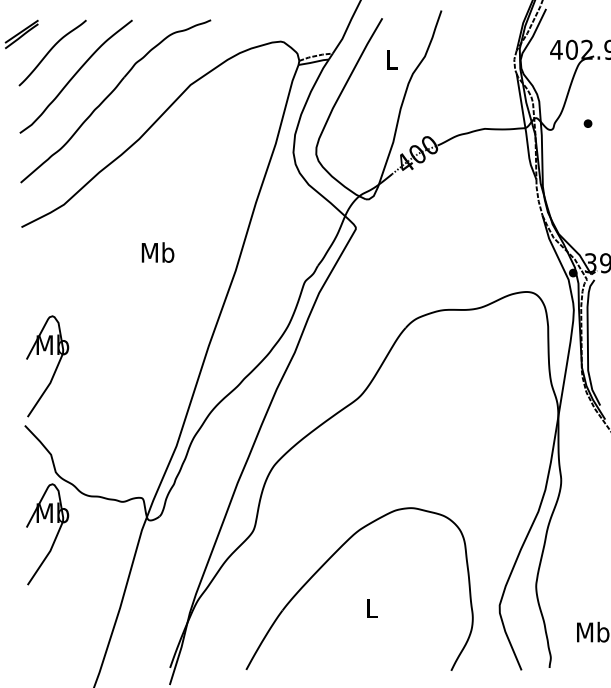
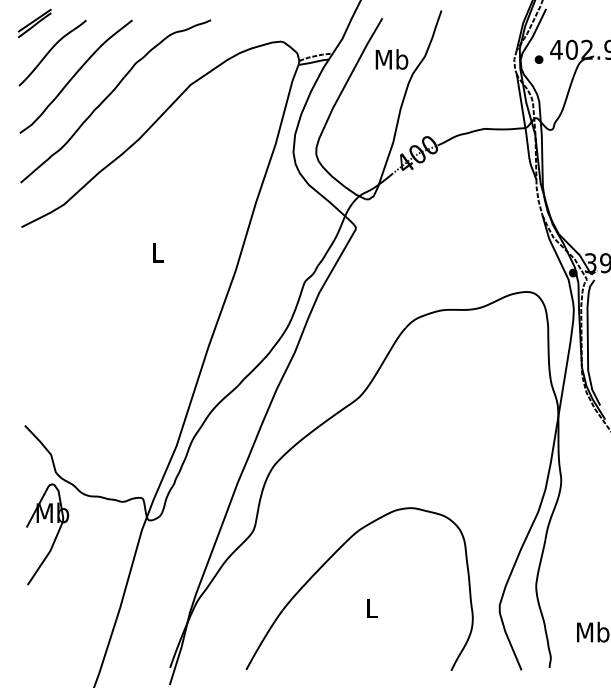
part at (21, 34) position: (21, 34) -> (34, 23)
text at (391, 59): L -> Mb
part at (587, 123) position: (587, 123) -> (538, 59)
text at (157, 252): Mb -> L
part at (54, 370): present -> none
